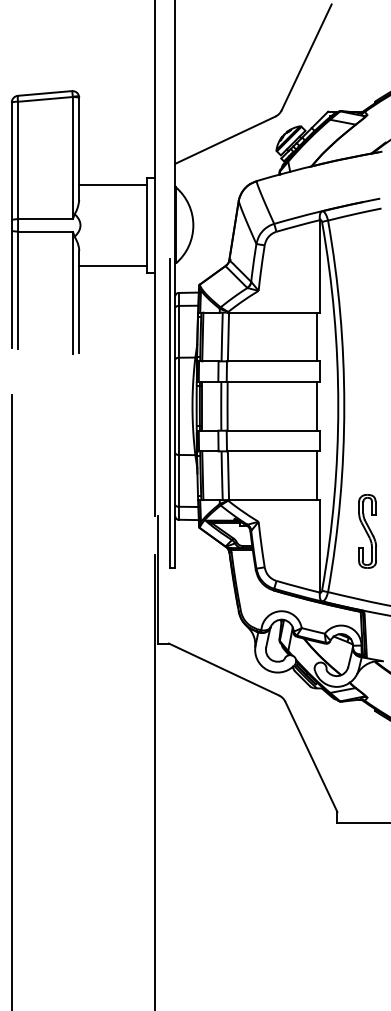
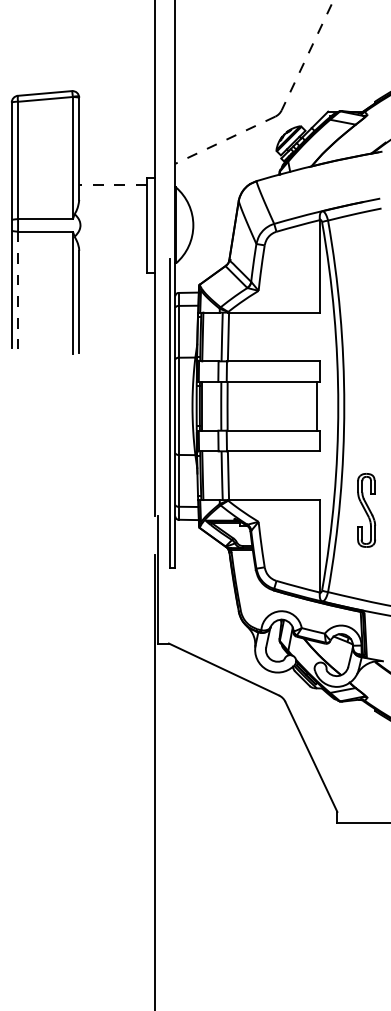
line at (306, 57): solid -> dashed
line at (224, 140): solid -> dashed
line at (112, 184): solid -> dashed
line at (112, 265): present -> none
line at (18, 290): solid -> dashed
line at (316, 336): present -> none
line at (316, 475): present -> none
part at (367, 531) position: (367, 531) -> (366, 510)
line at (11, 700): present -> none
